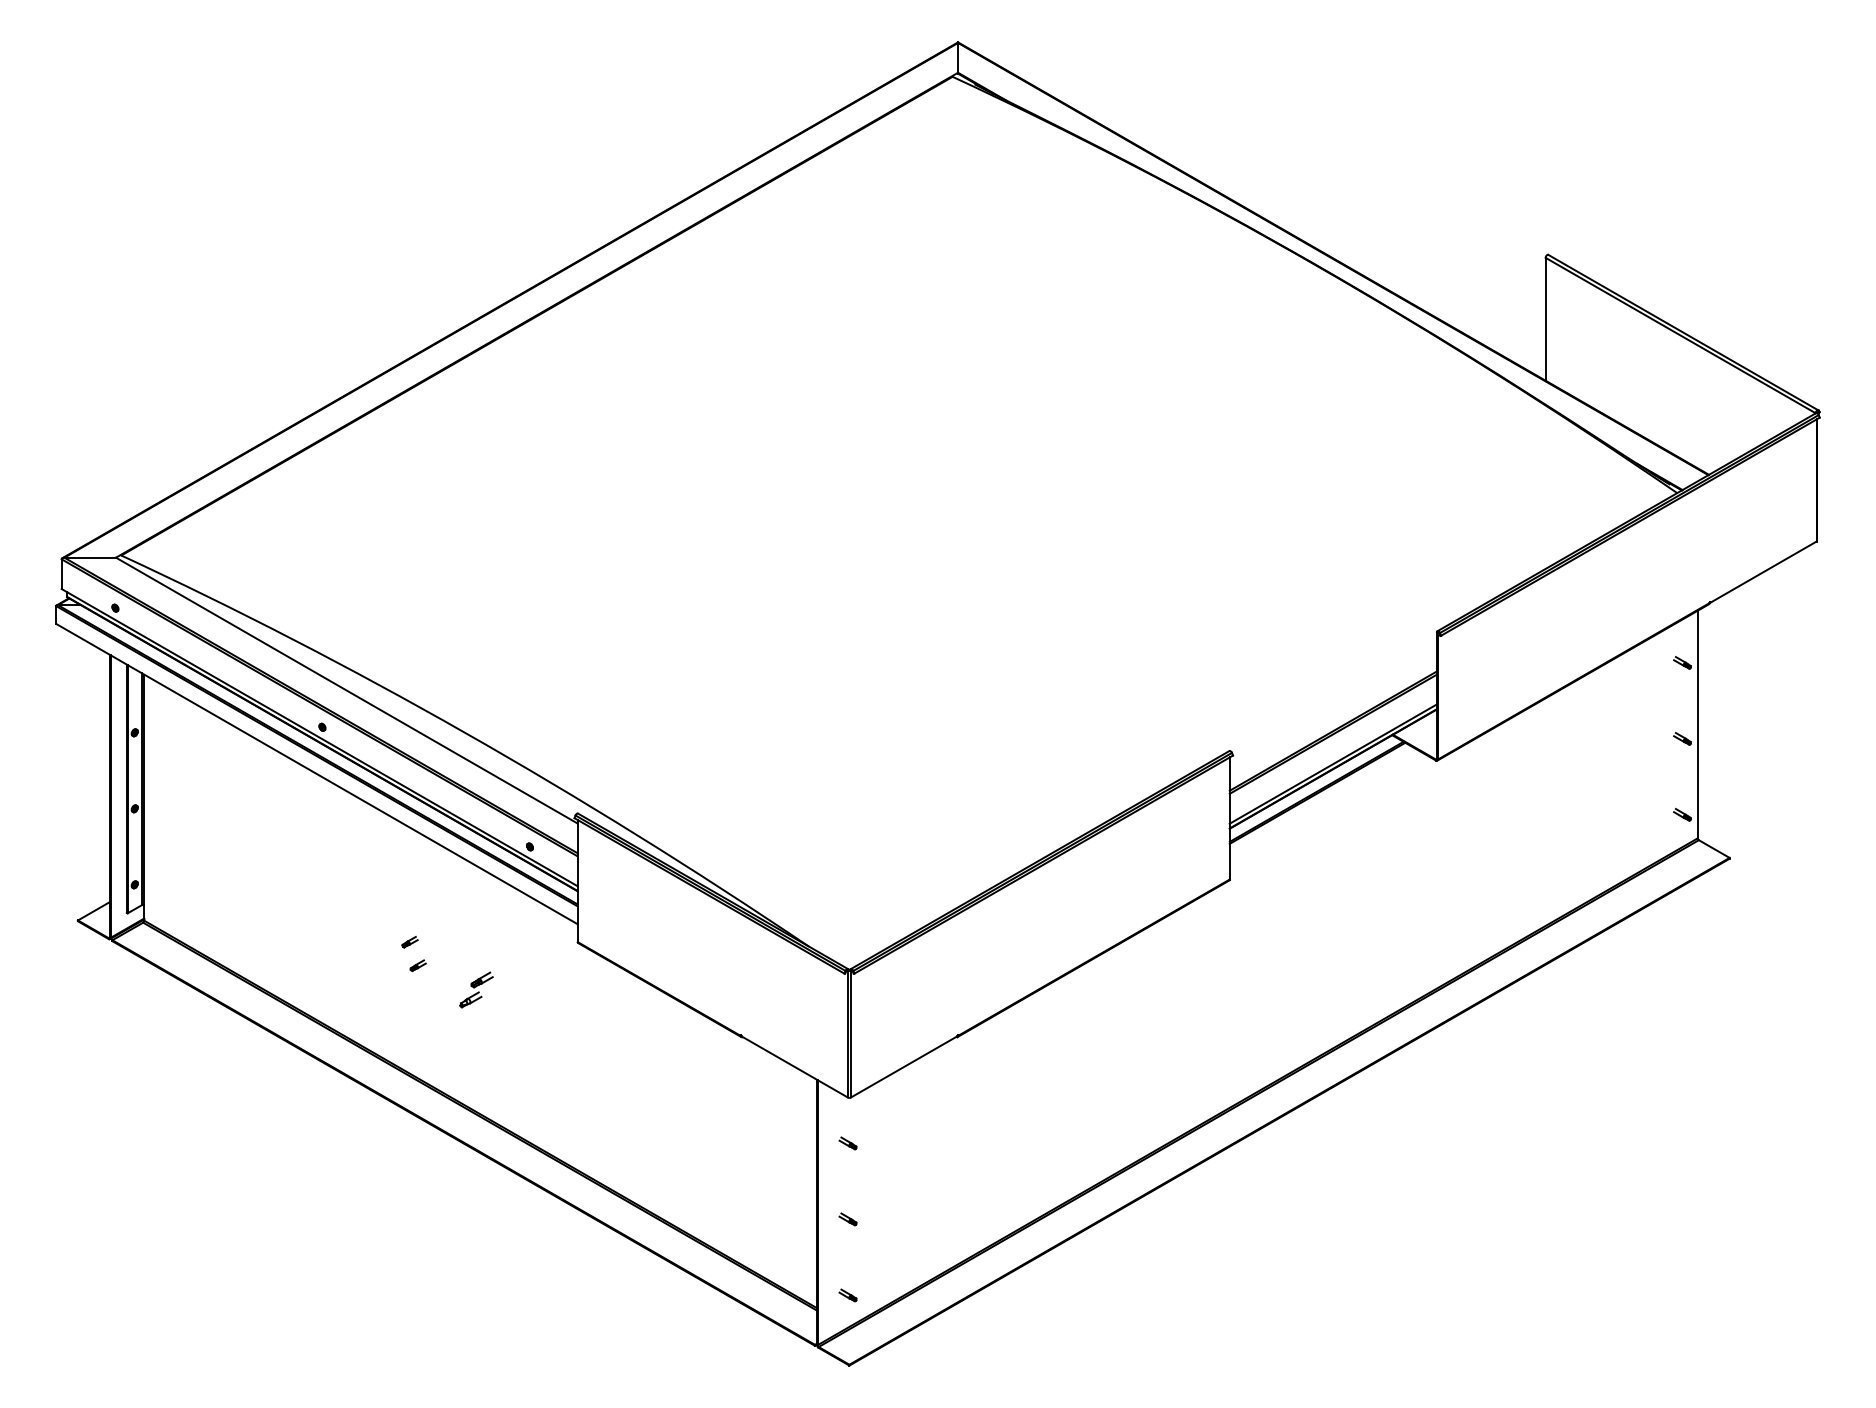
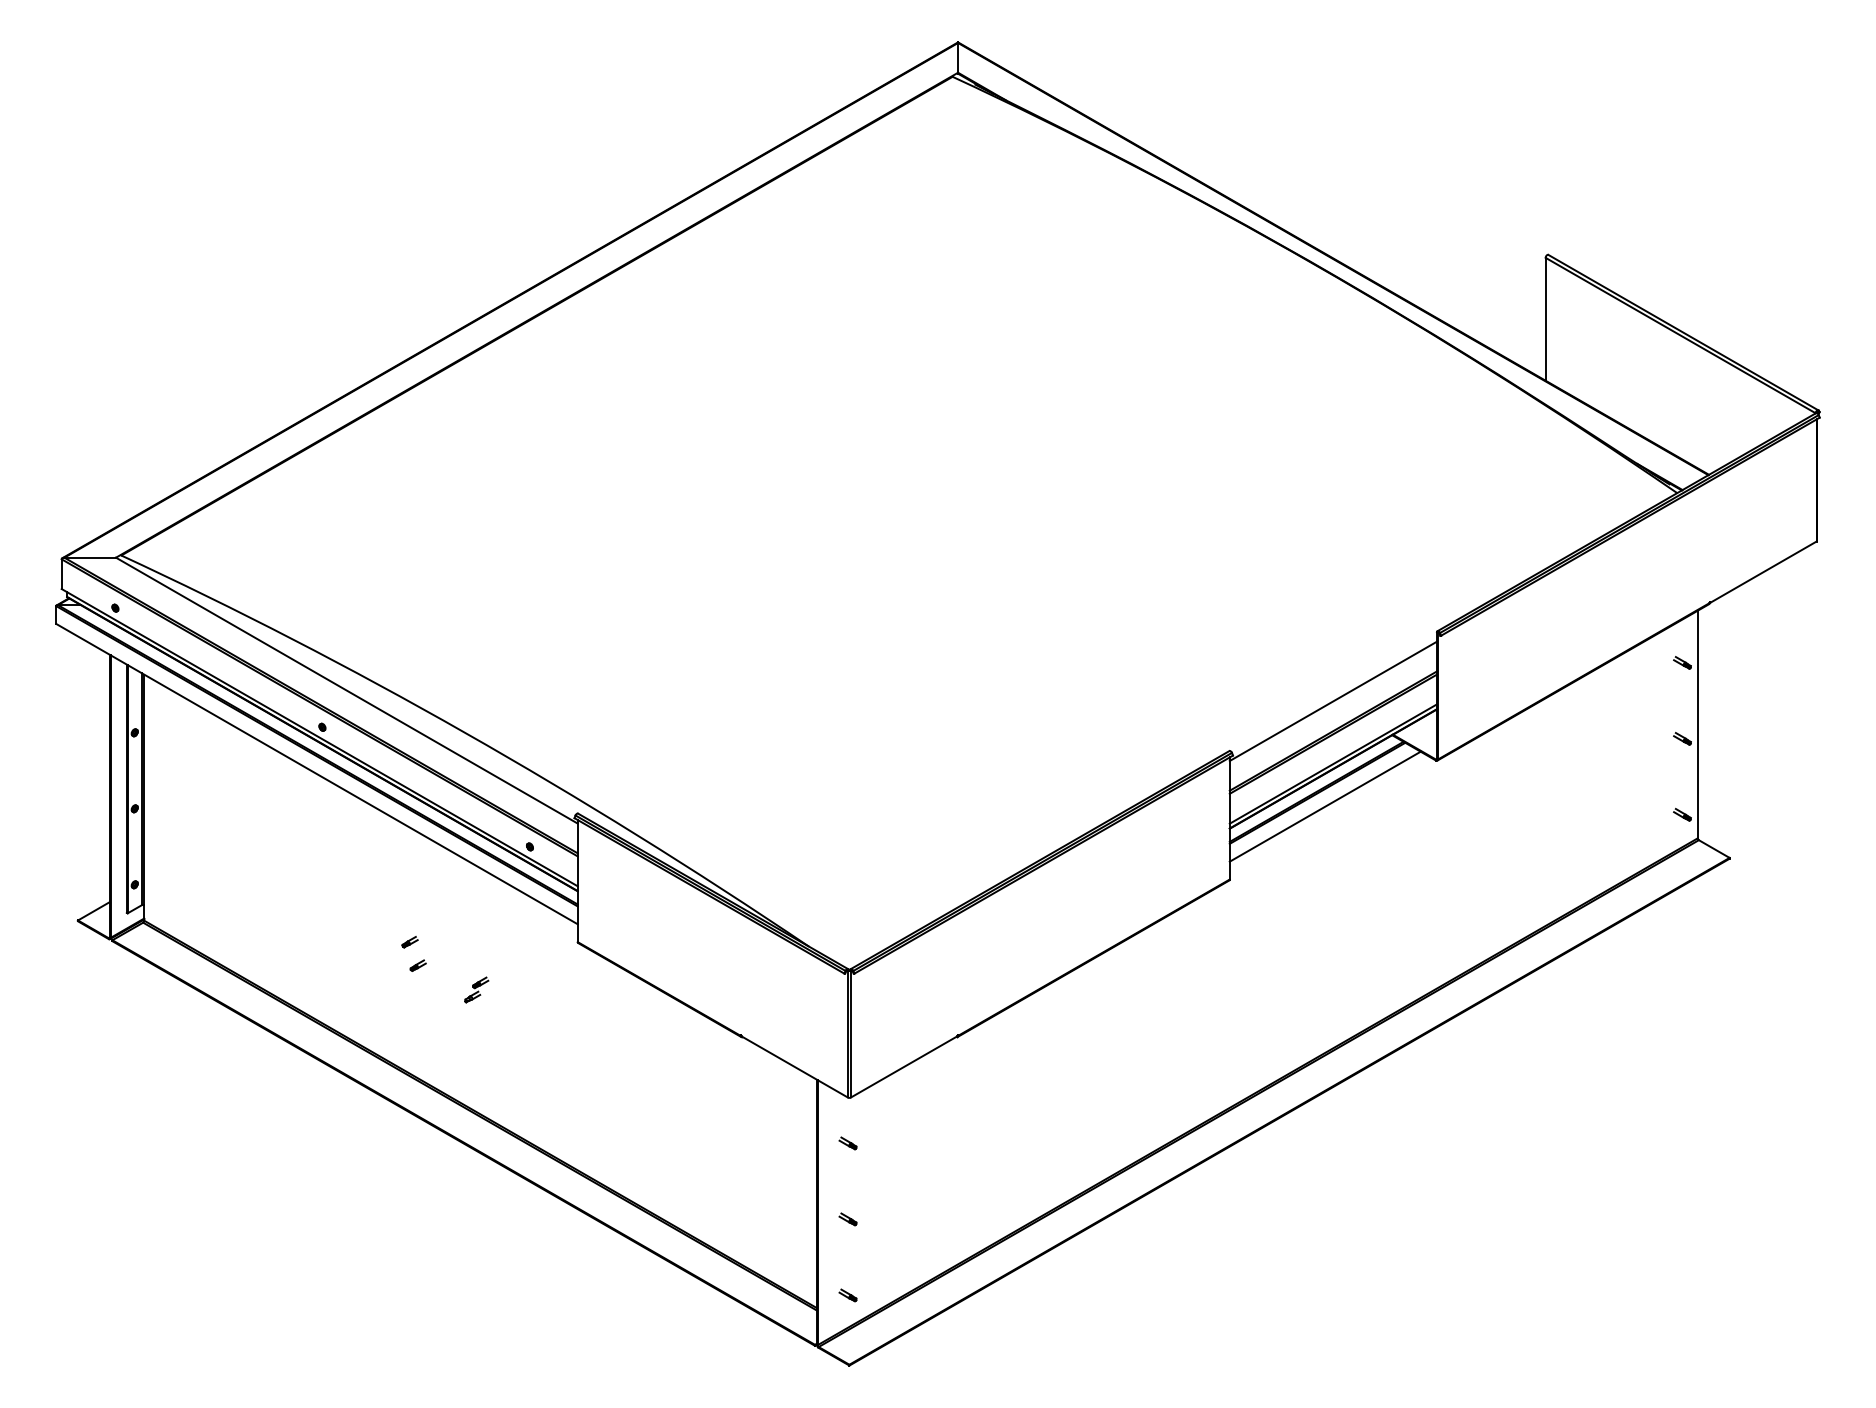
line at (1333, 701): none -> present
line at (1324, 806): none -> present
part at (476, 989) size: 35x38 px -> 26x28 px
